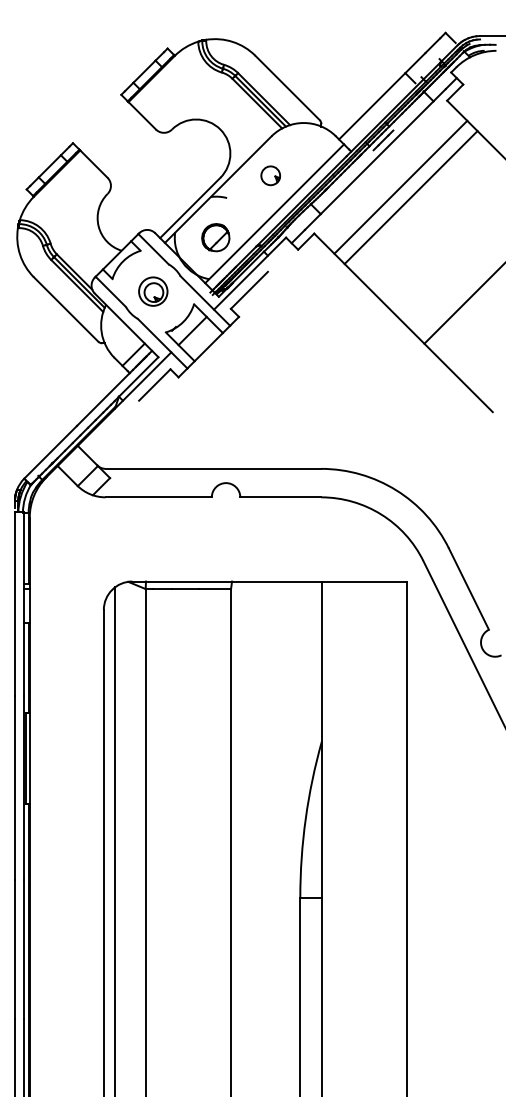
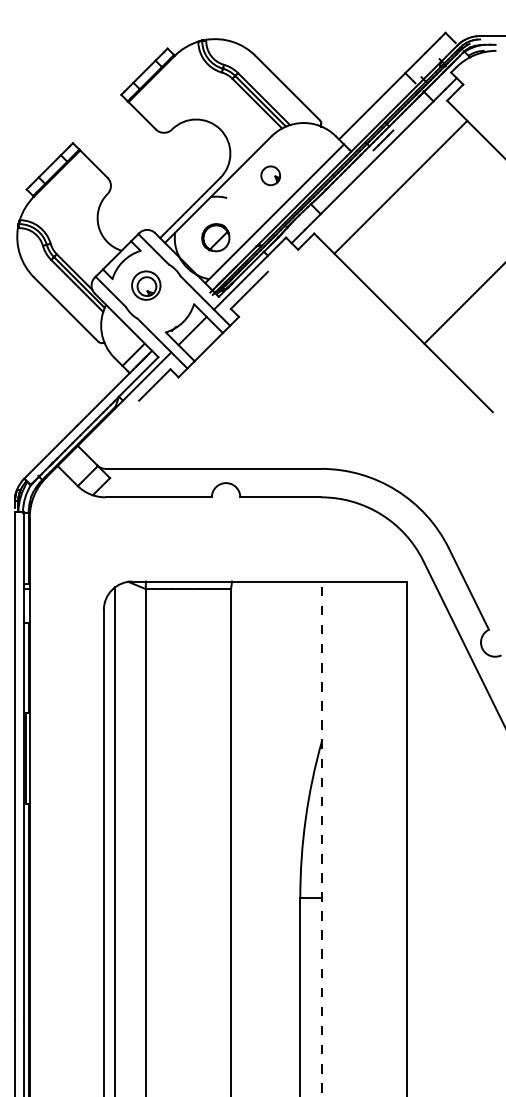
line at (410, 197): present -> none
part at (153, 291) position: (153, 291) -> (146, 285)
line at (321, 838): solid -> dashed
